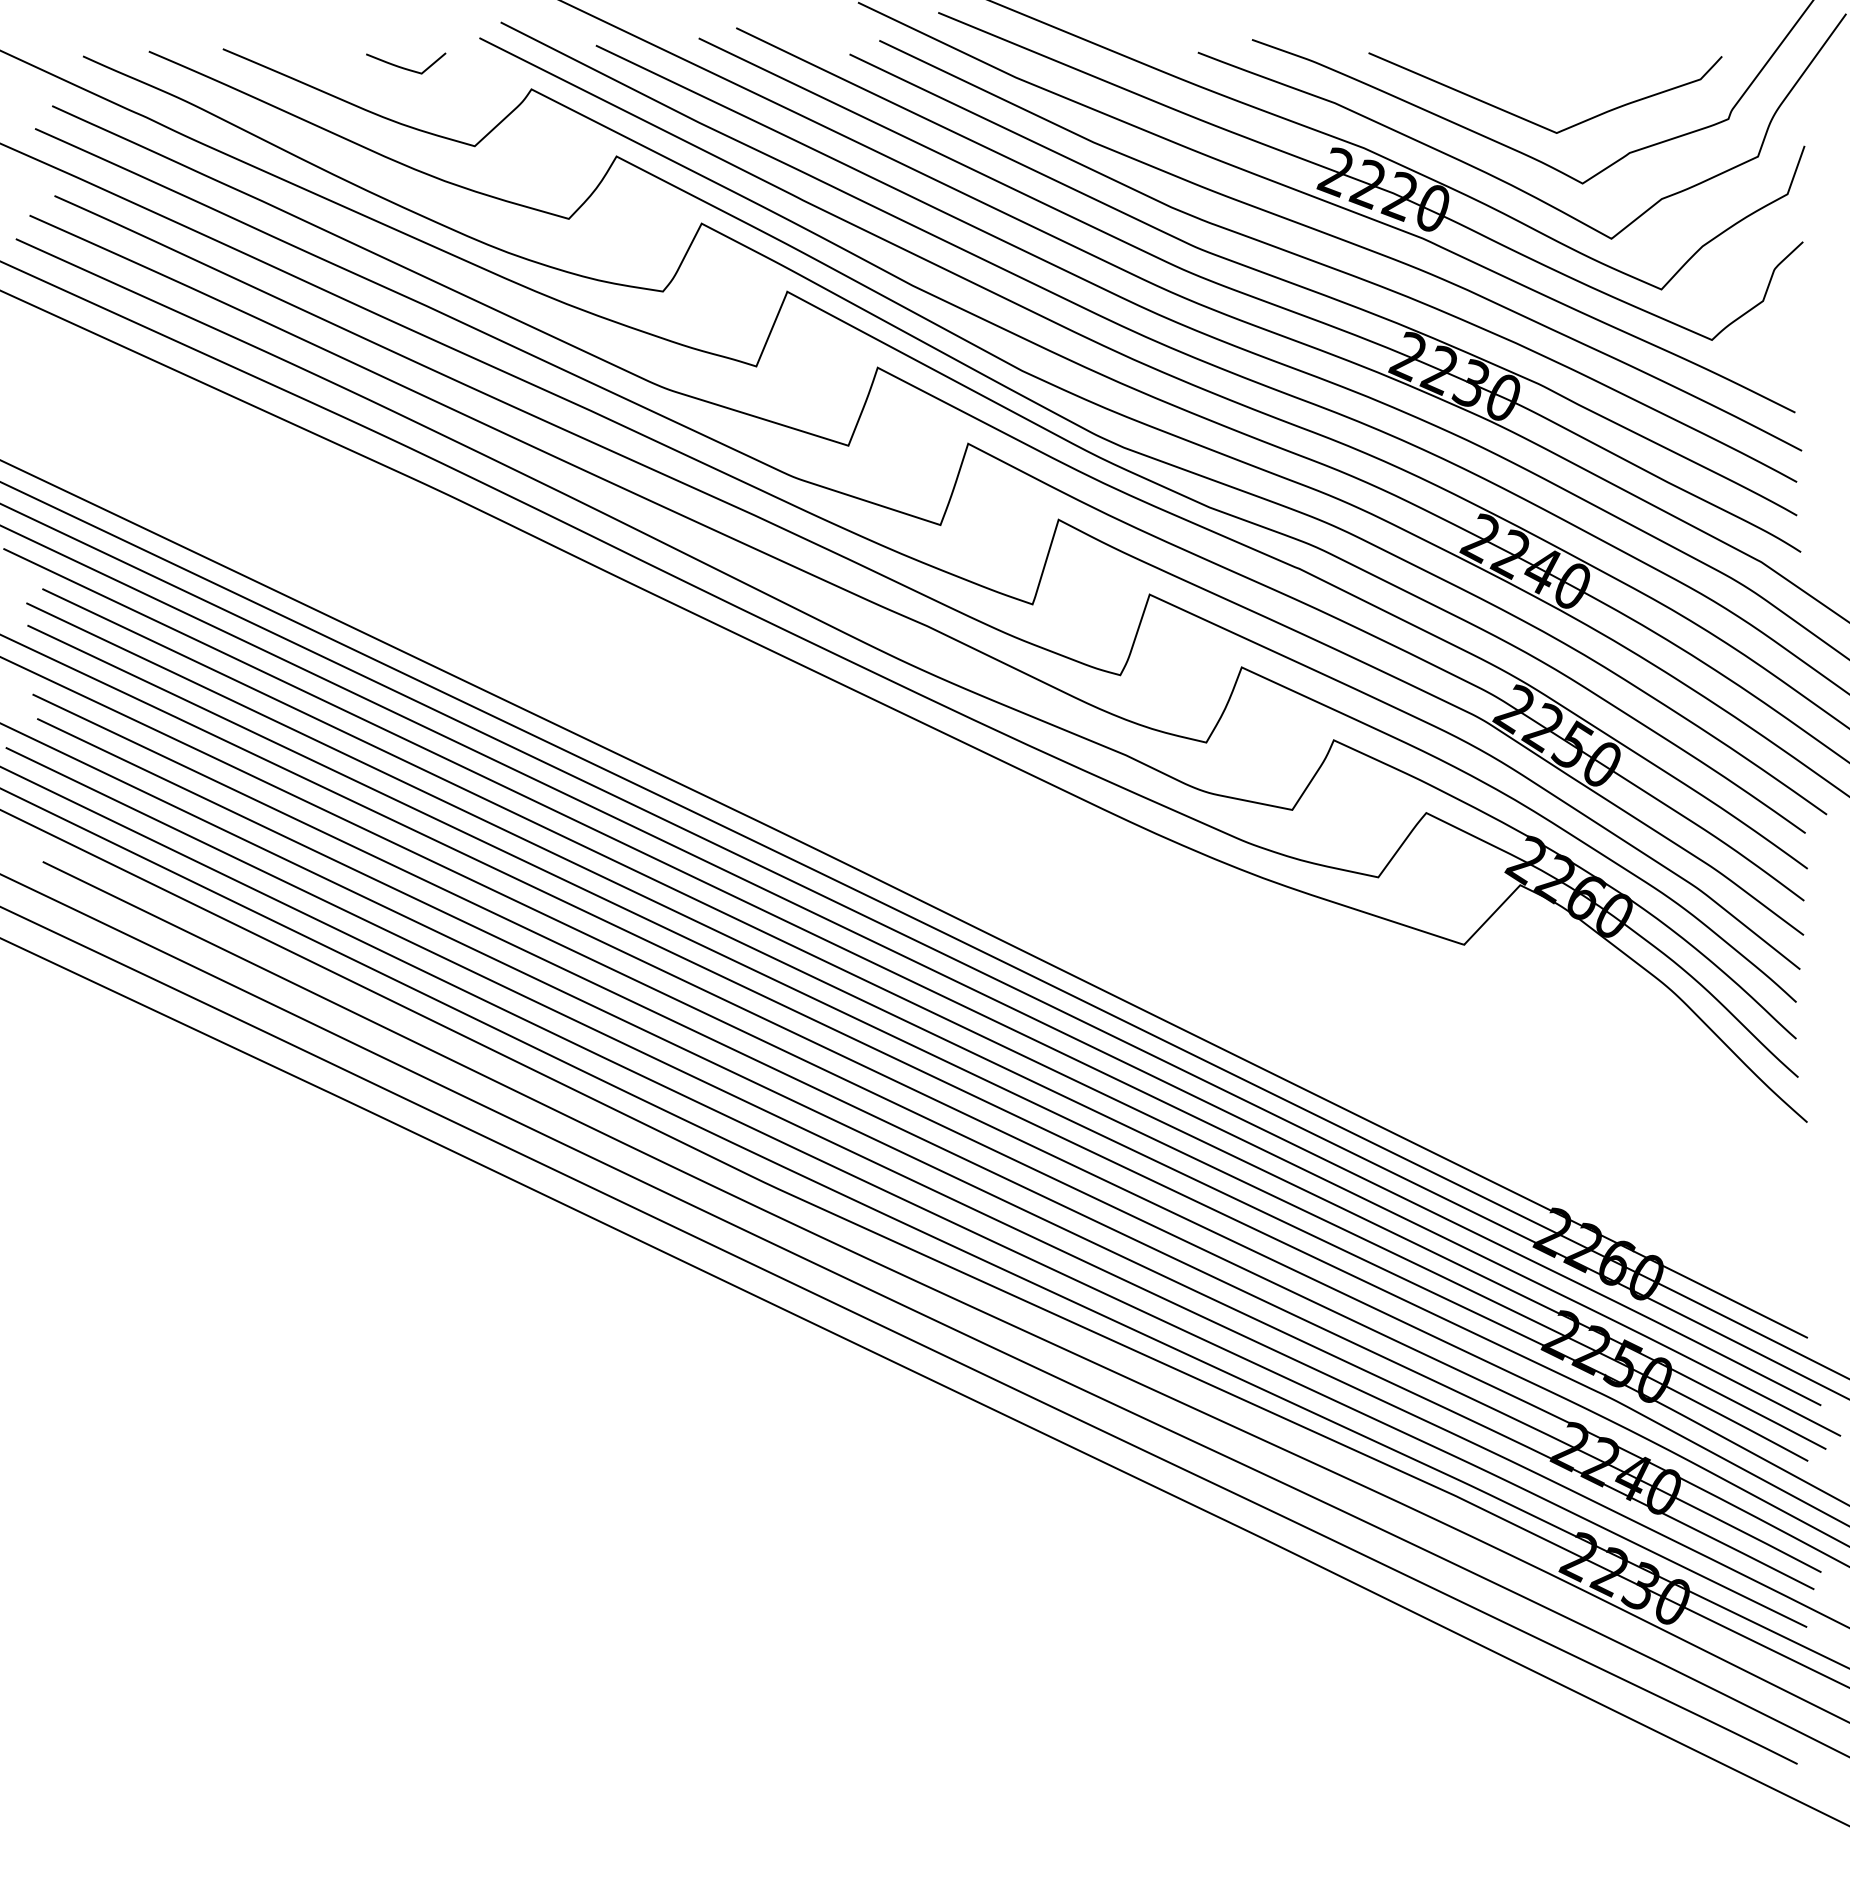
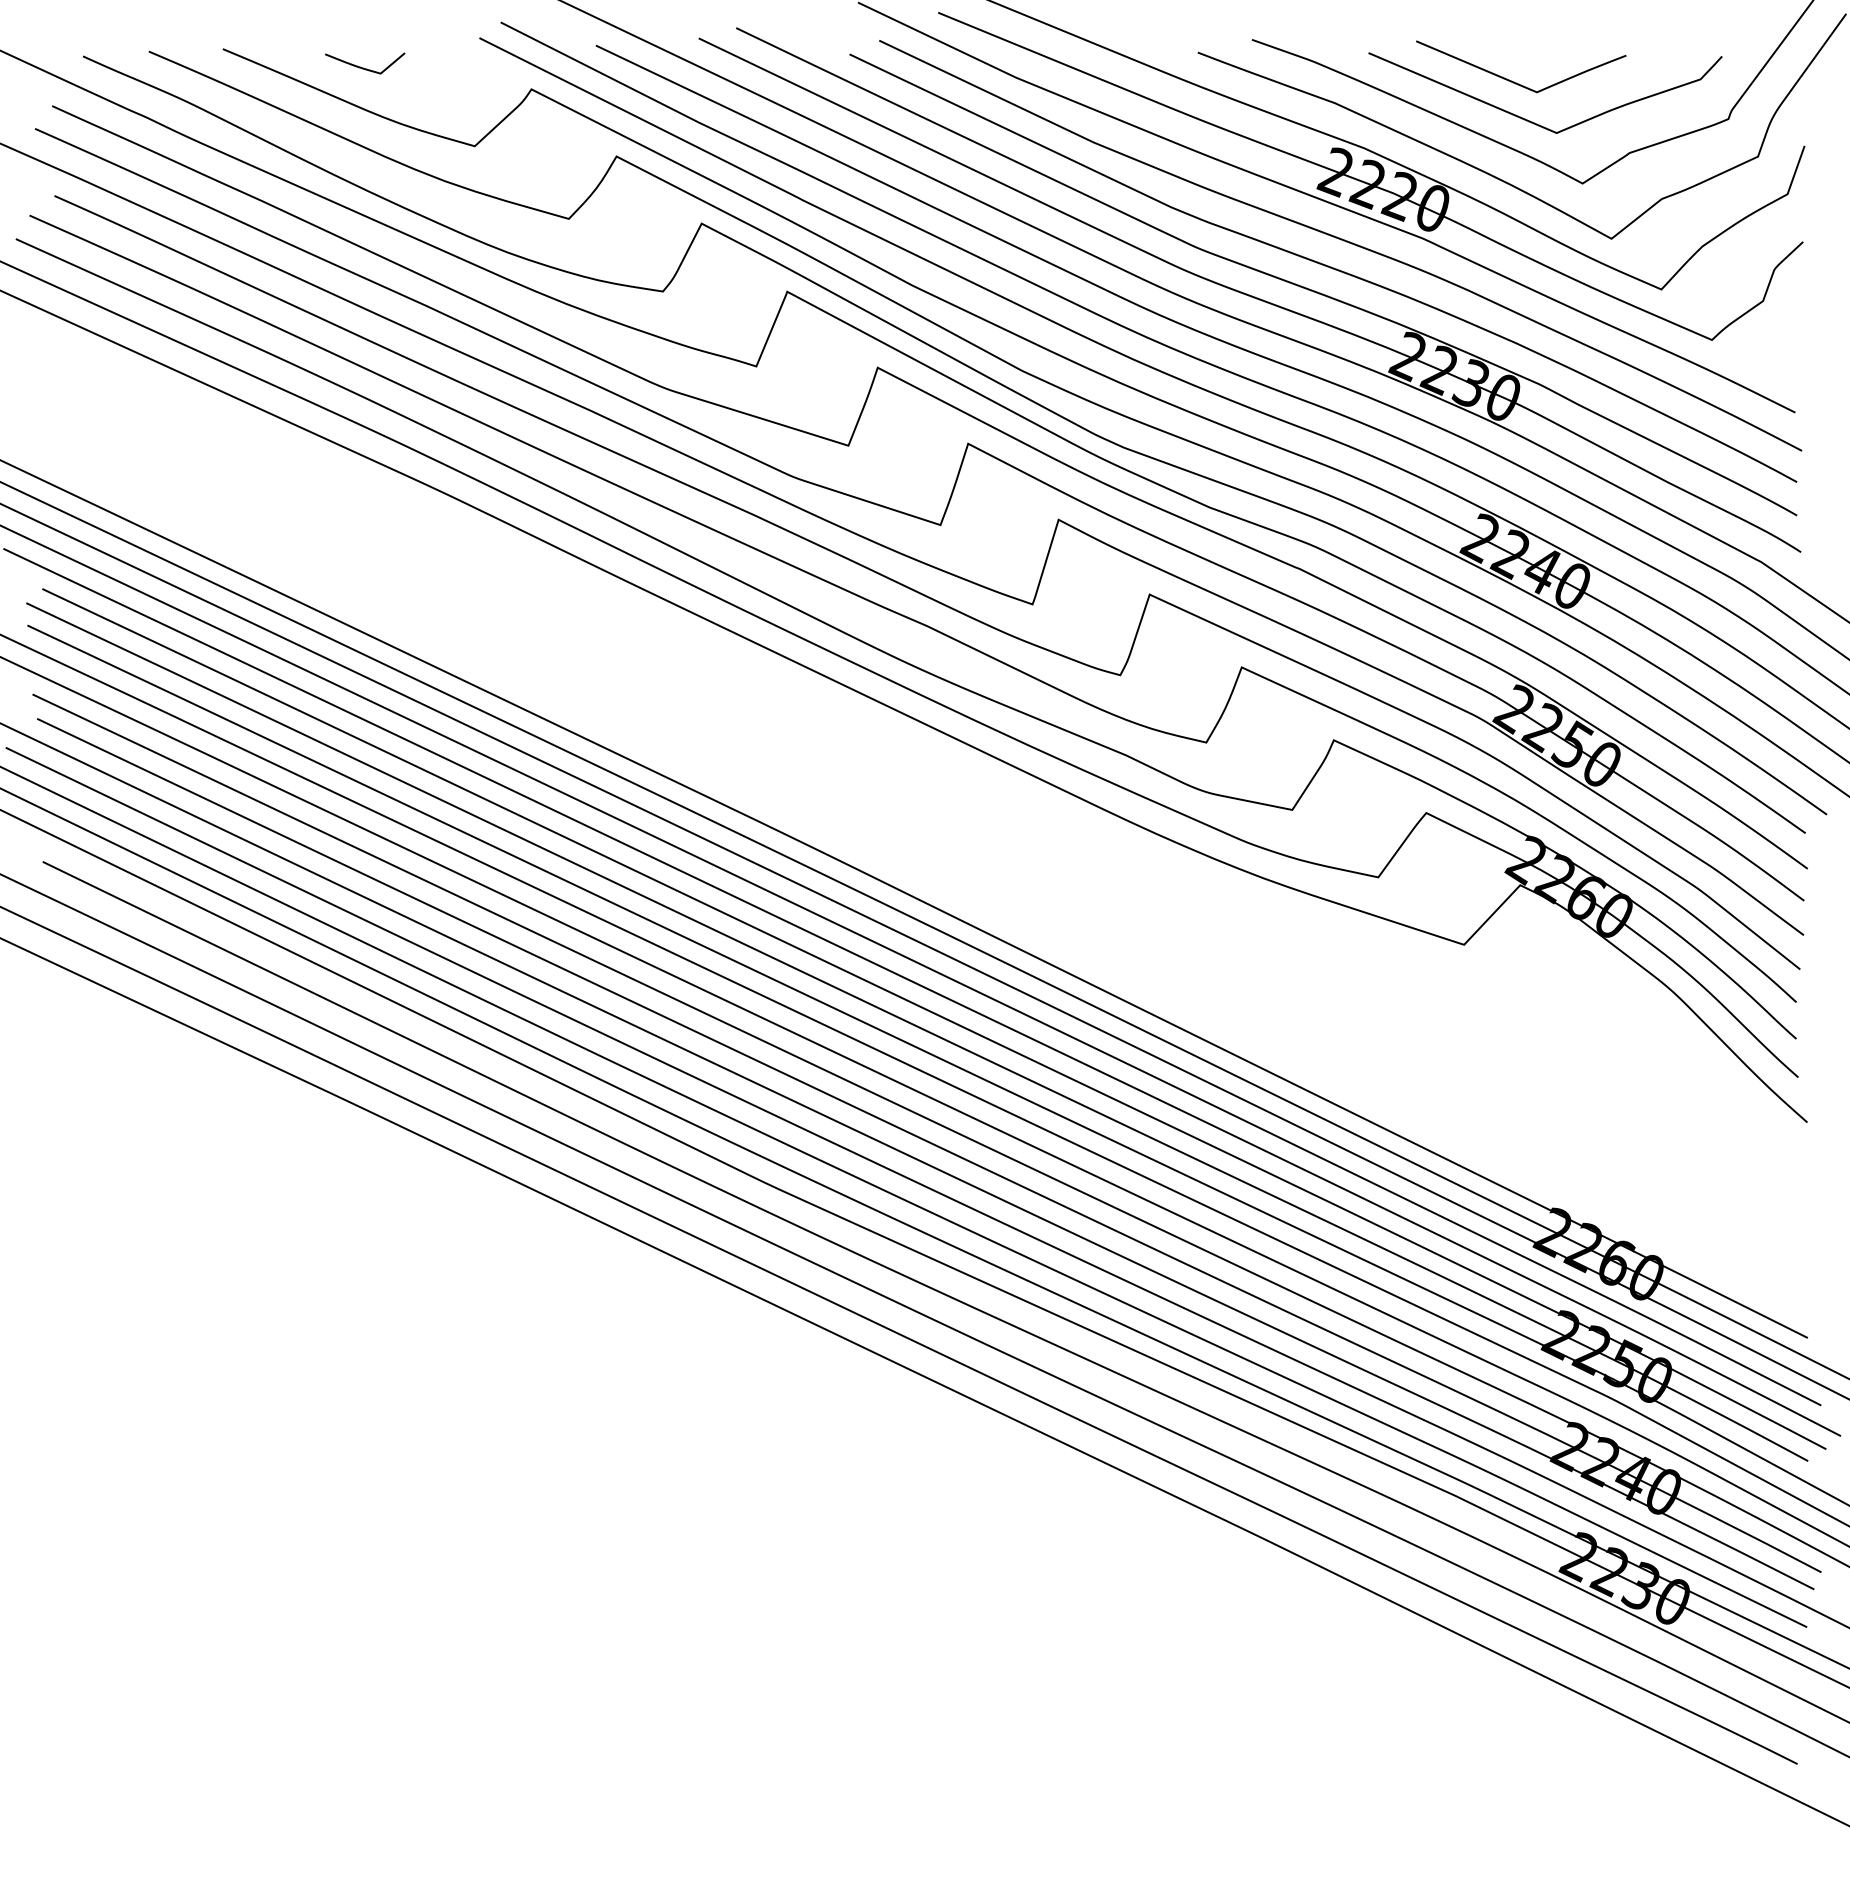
curve at (404, 67) position: (404, 67) -> (363, 67)
curve at (1514, 81): none -> present
